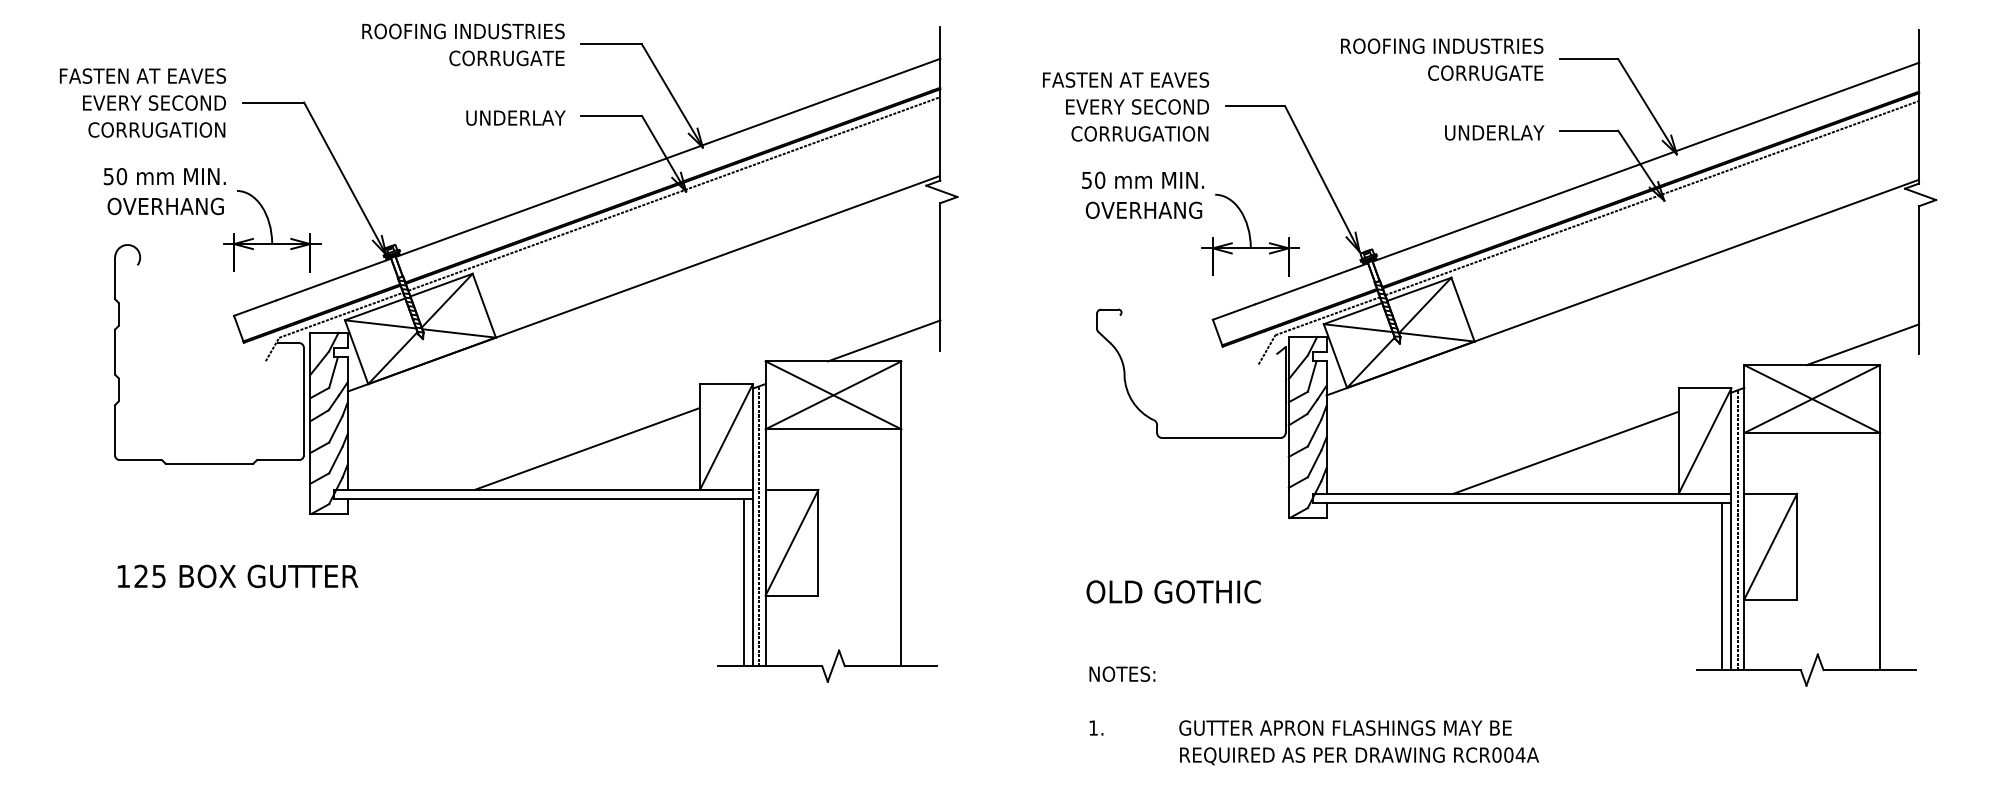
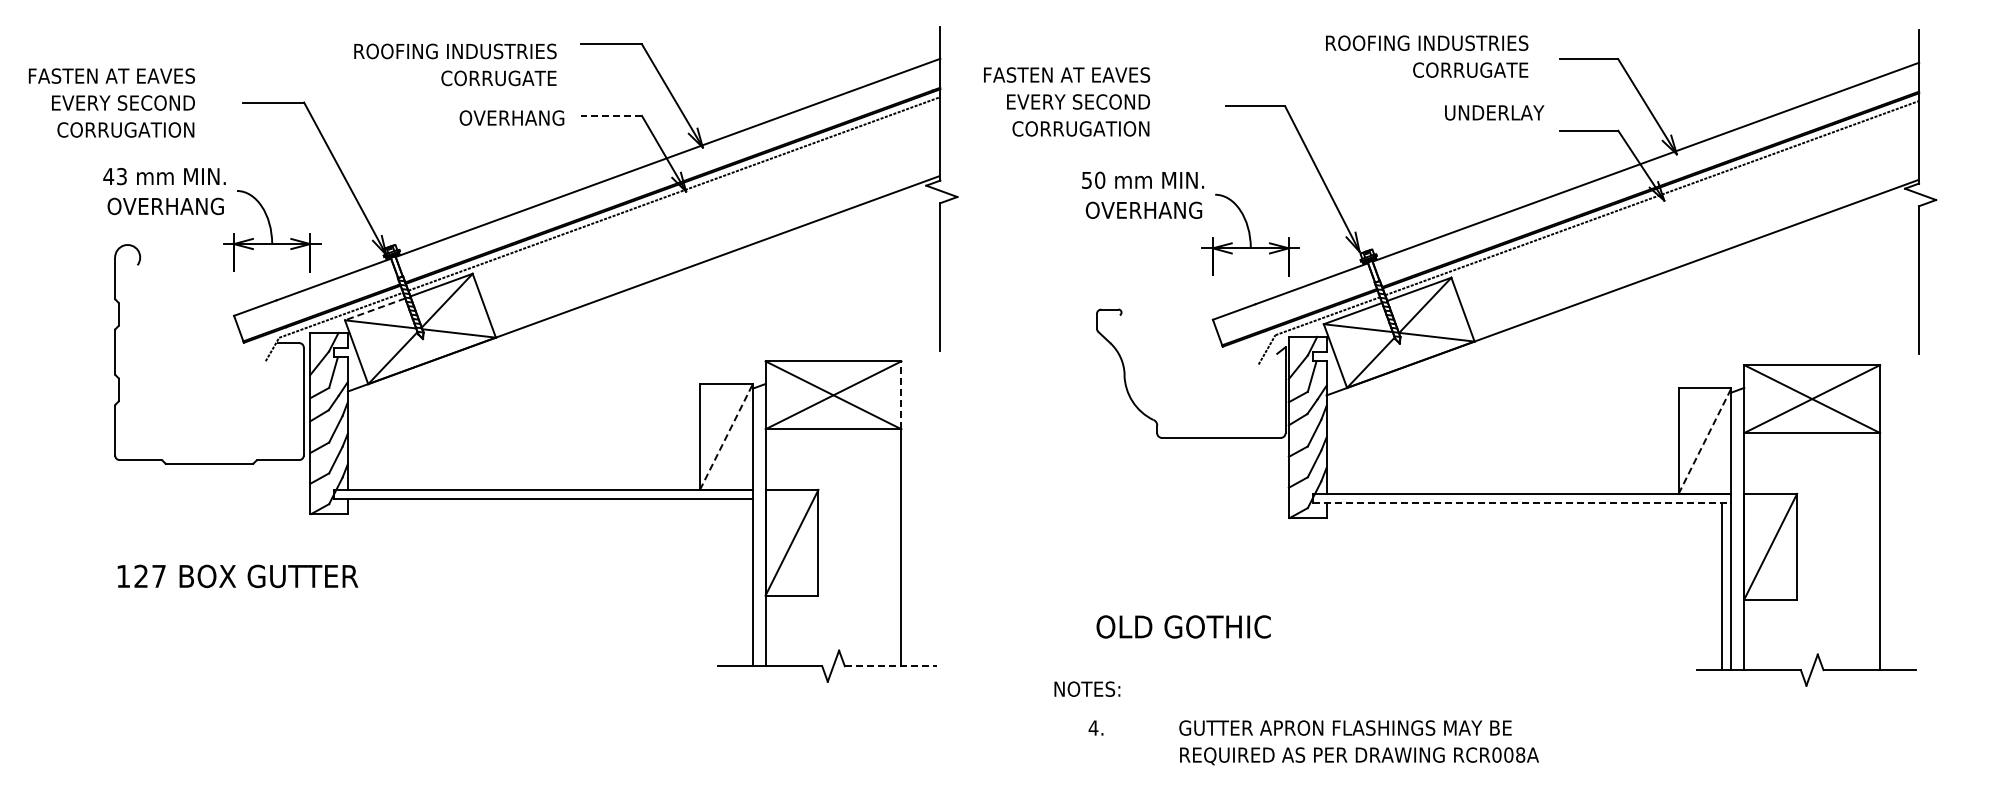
text at (463, 44) position: (463, 44) -> (455, 64)
text at (1442, 59) position: (1442, 59) -> (1427, 56)
text at (142, 102) position: (142, 102) -> (111, 102)
text at (1126, 106) position: (1126, 106) -> (1067, 101)
line at (611, 115): solid -> dashed
text at (512, 117): UNDERLAY -> OVERHANG
text at (1494, 132) position: (1494, 132) -> (1494, 112)
text at (115, 176): 50 -> 43
line at (374, 309): solid -> dashed
line at (884, 340): present -> none
line at (1862, 344): present -> none
line at (901, 395): solid -> dashed
line at (726, 436): solid -> dashed
line at (1705, 440): solid -> dashed
line at (586, 448): present -> none
line at (1565, 452): present -> none
line at (1522, 502): solid -> dashed
line at (759, 526): present -> none
line at (1737, 530): present -> none
text at (158, 576): 125 -> 127
line at (743, 582): present -> none
text at (1173, 591) position: (1173, 591) -> (1183, 626)
line at (891, 666): solid -> dashed
text at (1122, 673) position: (1122, 673) -> (1087, 688)
text at (1093, 727): 1. -> 4.
text at (1520, 754): RCR004A -> RCR008A
